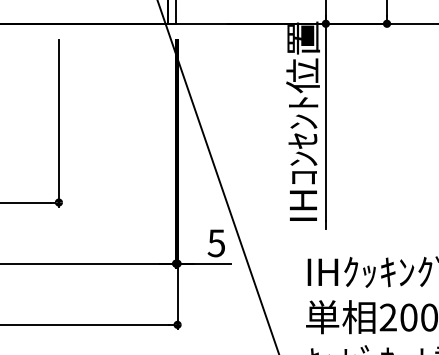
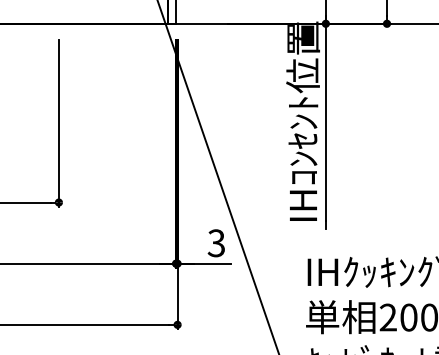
text at (216, 242): 5 -> 3
